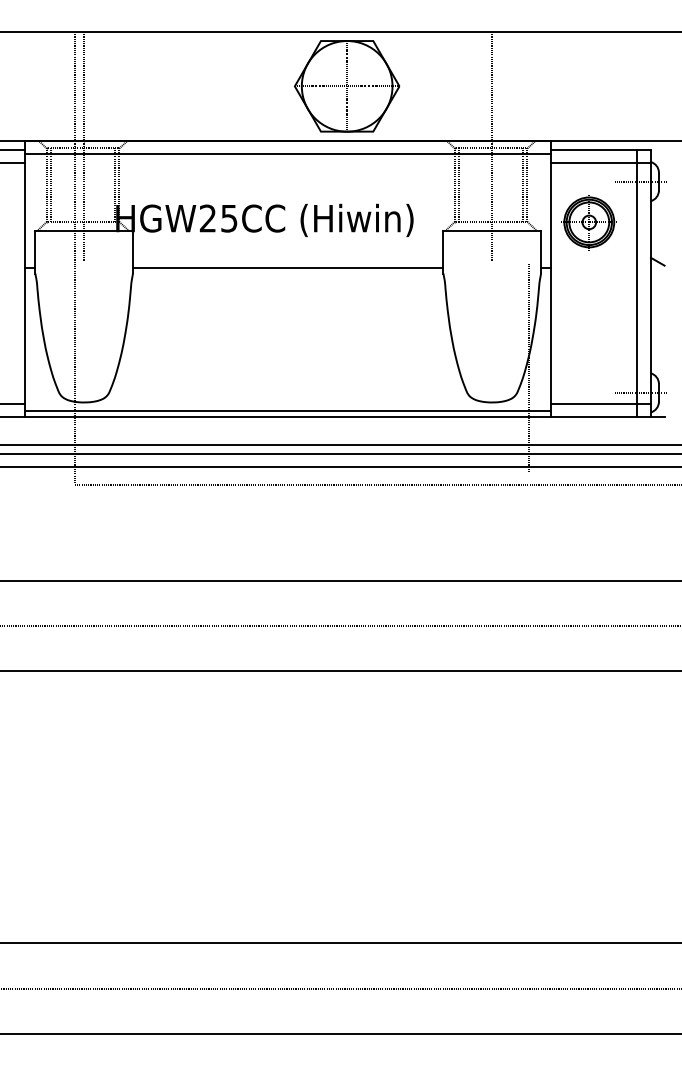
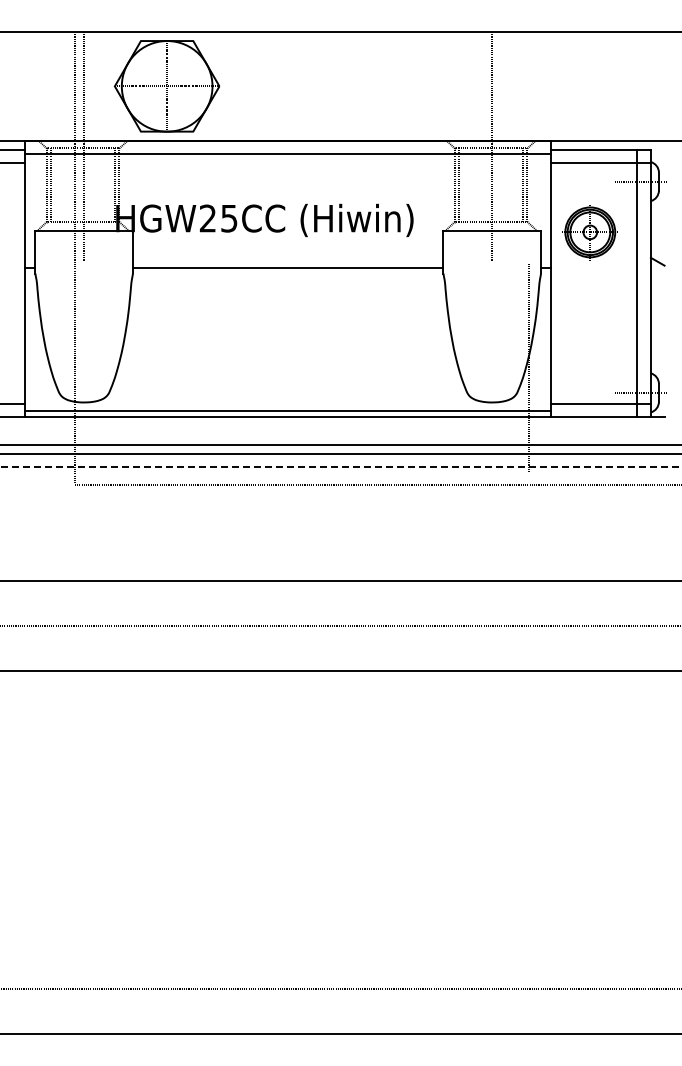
part at (347, 86) position: (347, 86) -> (167, 86)
part at (588, 222) position: (588, 222) -> (589, 232)
line at (340, 467): solid -> dashed
line at (340, 943): present -> none
